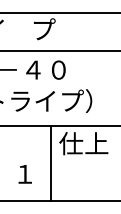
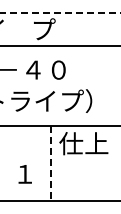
line at (60, 13): solid -> dashed
line at (59, 50) position: (59, 50) -> (59, 45)
line at (51, 163): solid -> dashed
